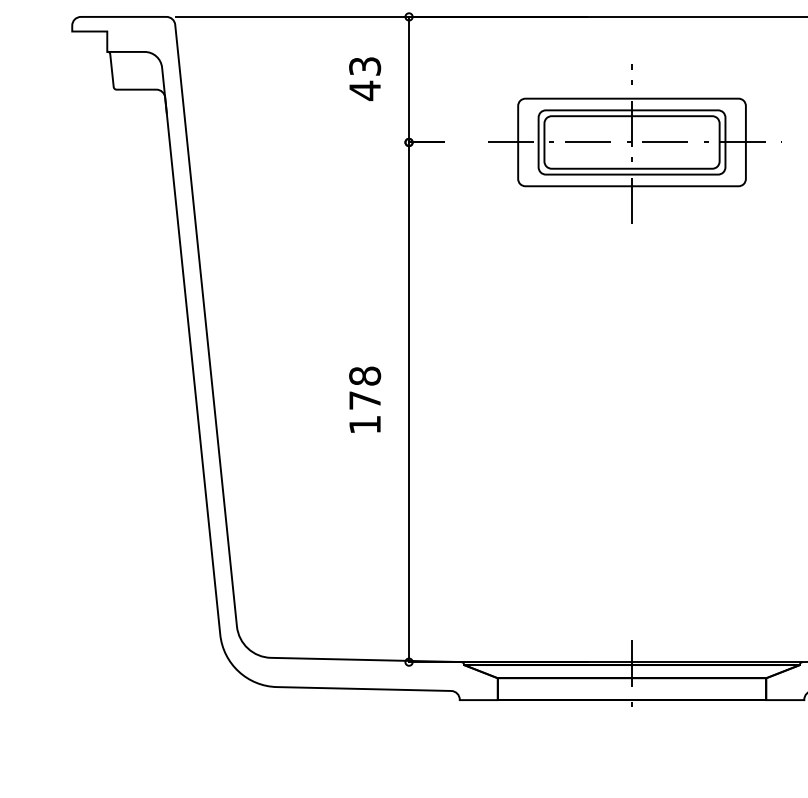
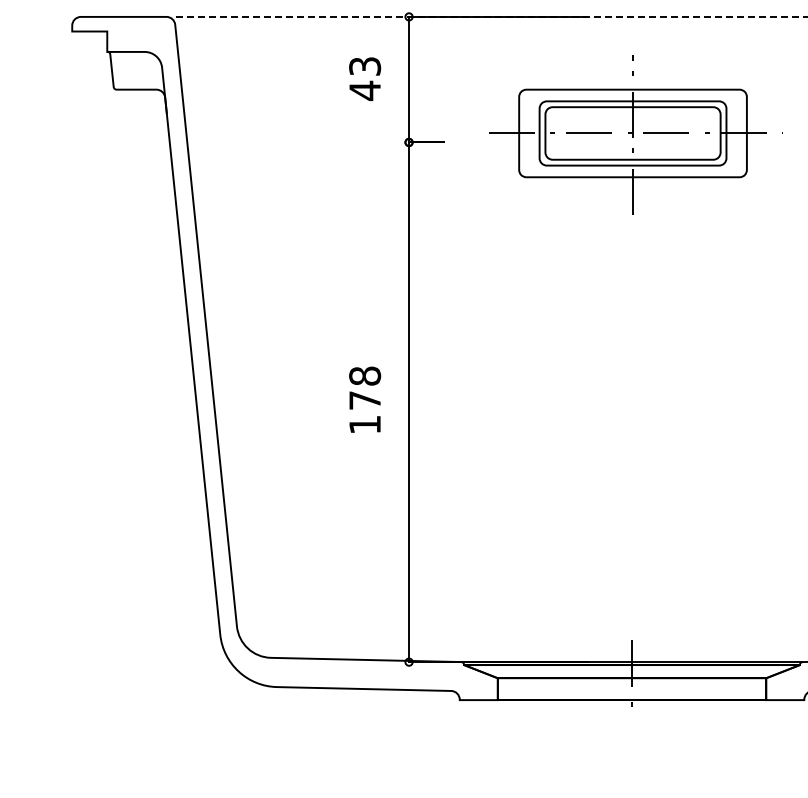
line at (491, 16): solid -> dashed
part at (634, 143) position: (634, 143) -> (635, 134)
